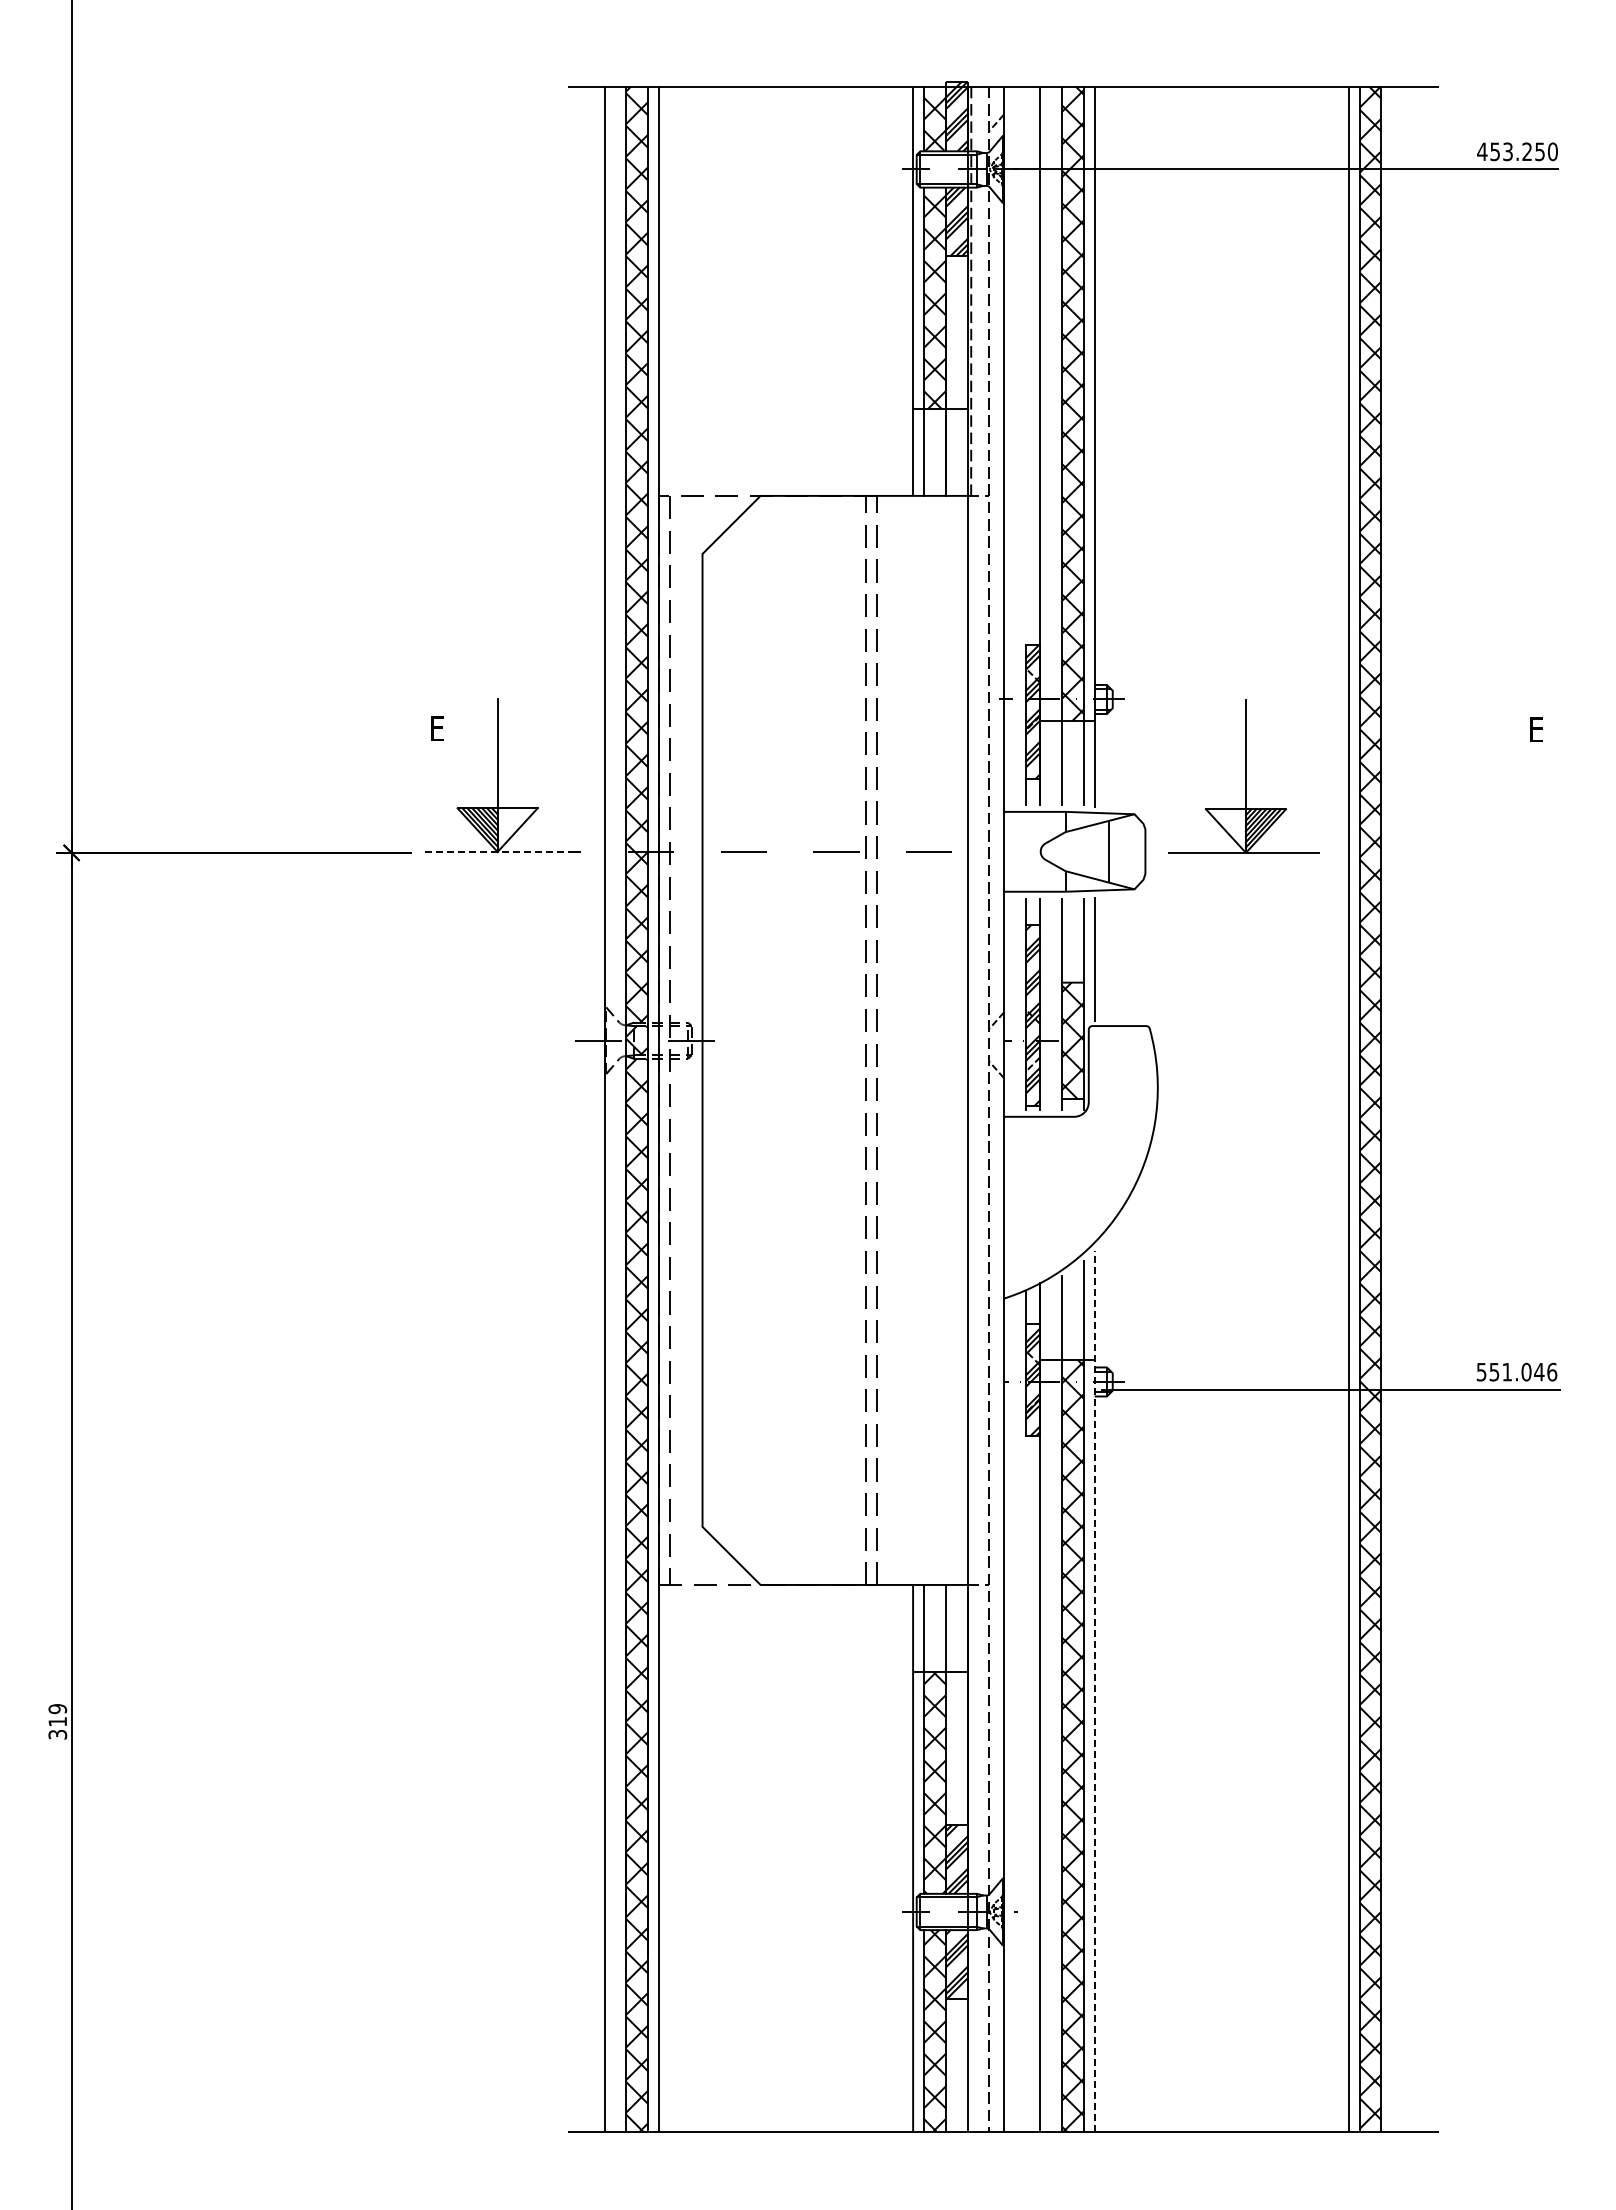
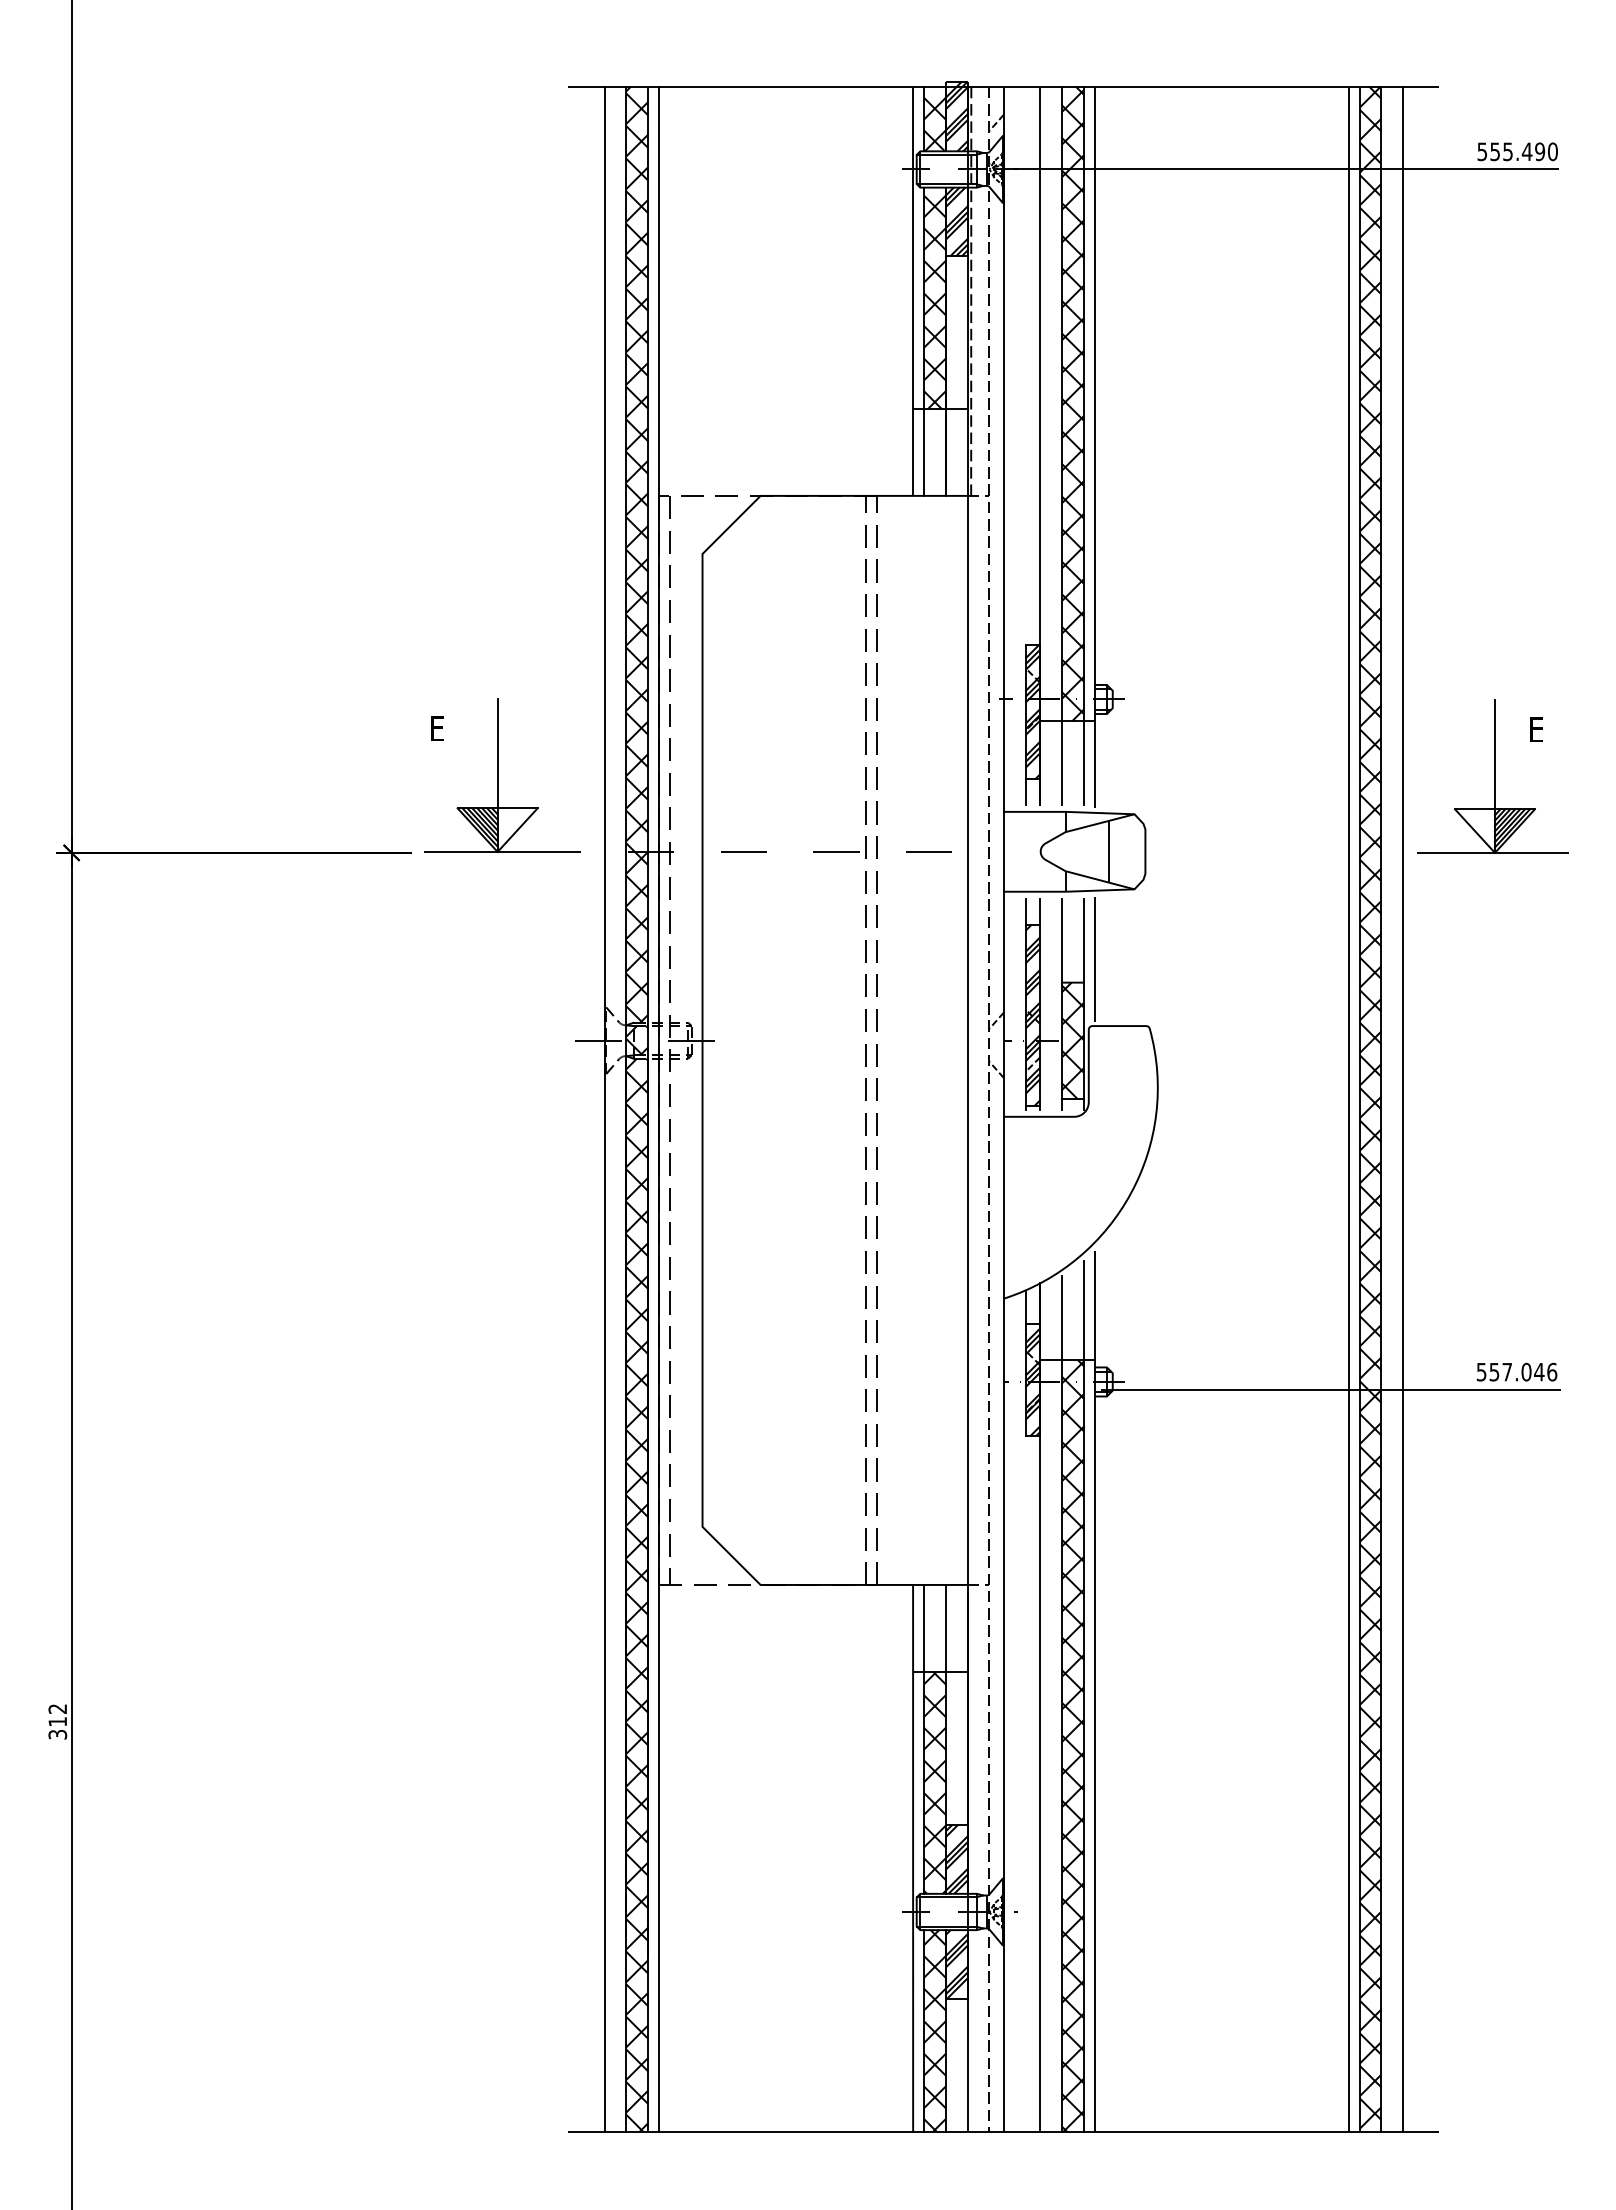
text at (1511, 151): 453.250 -> 555.490
part at (1243, 776) position: (1243, 776) -> (1492, 776)
line at (499, 851): dashed -> solid
line at (1403, 1109): none -> present
text at (1506, 1372): 551.046 -> 557.046
line at (1094, 1690): dashed -> solid
text at (57, 1709): 319 -> 312
